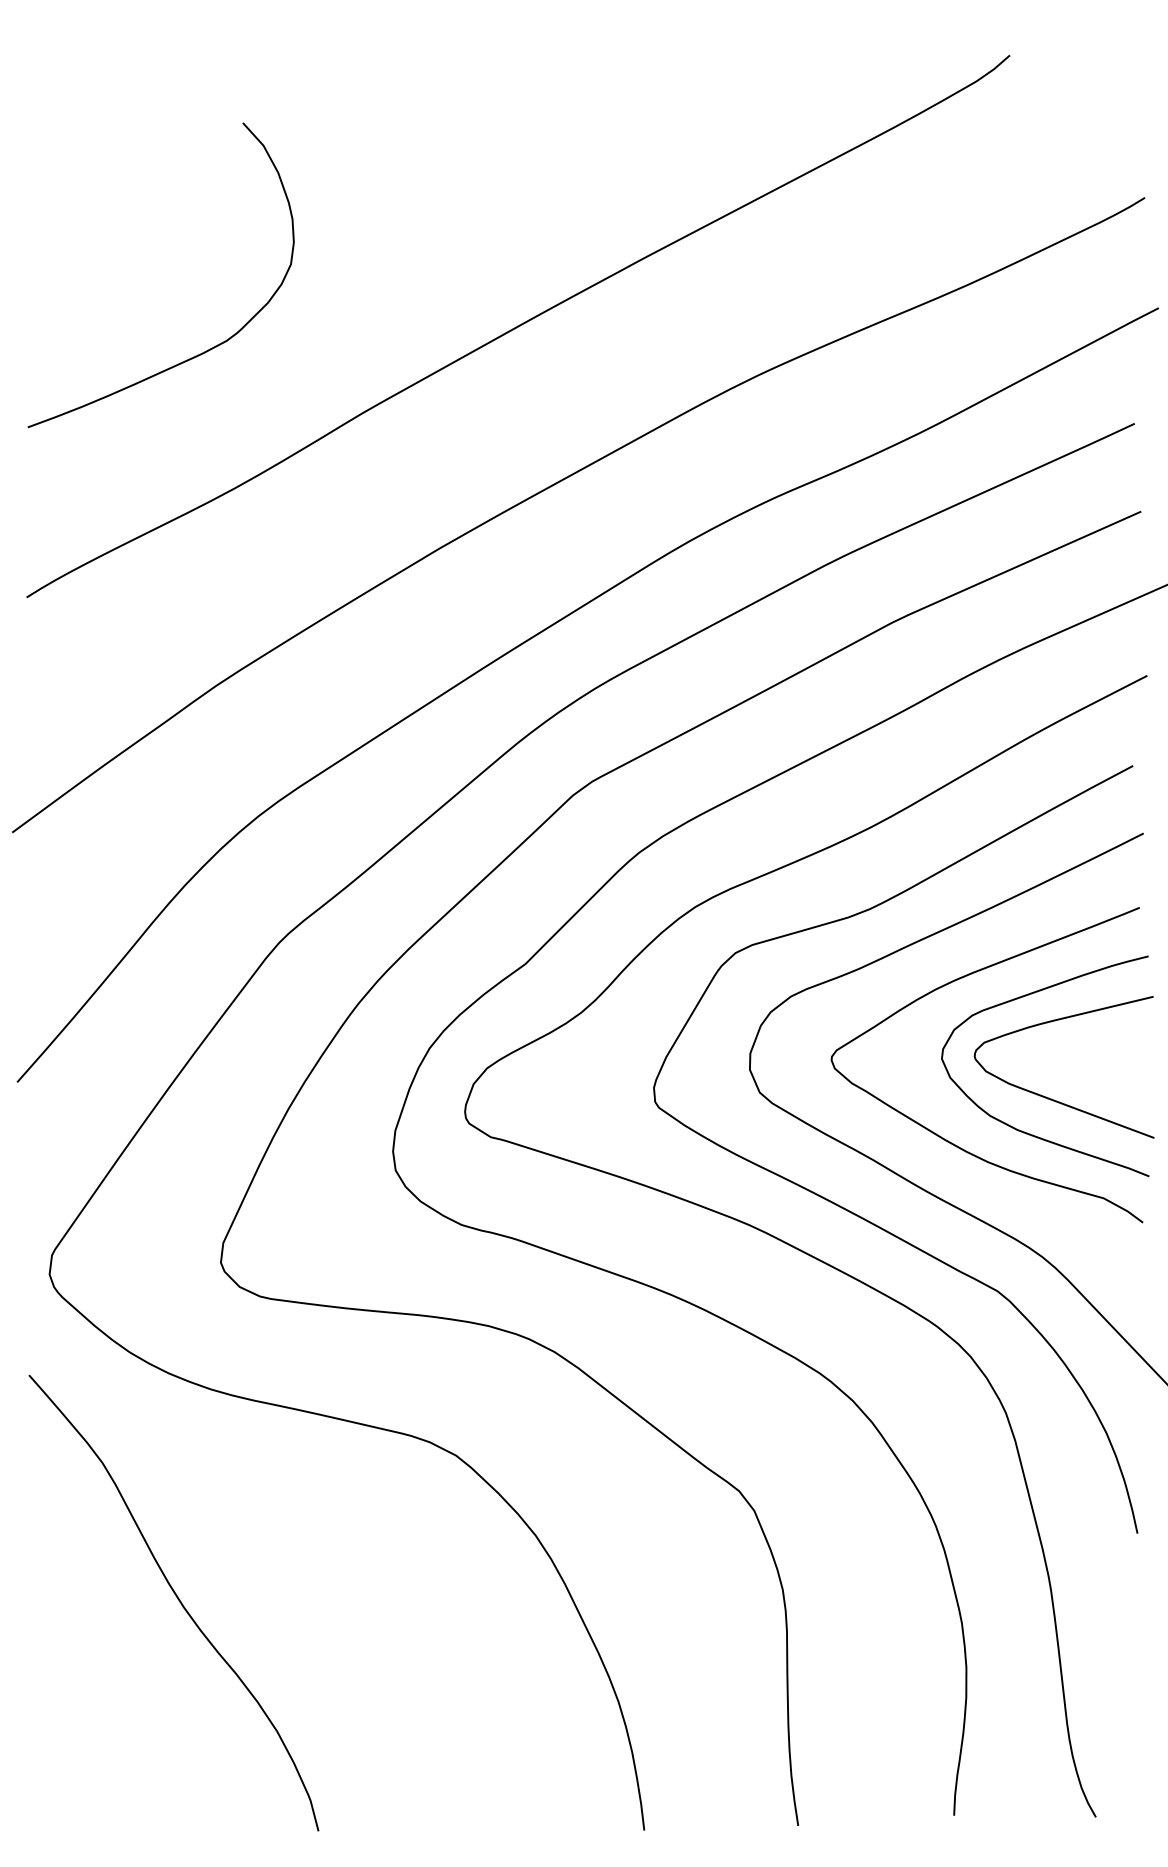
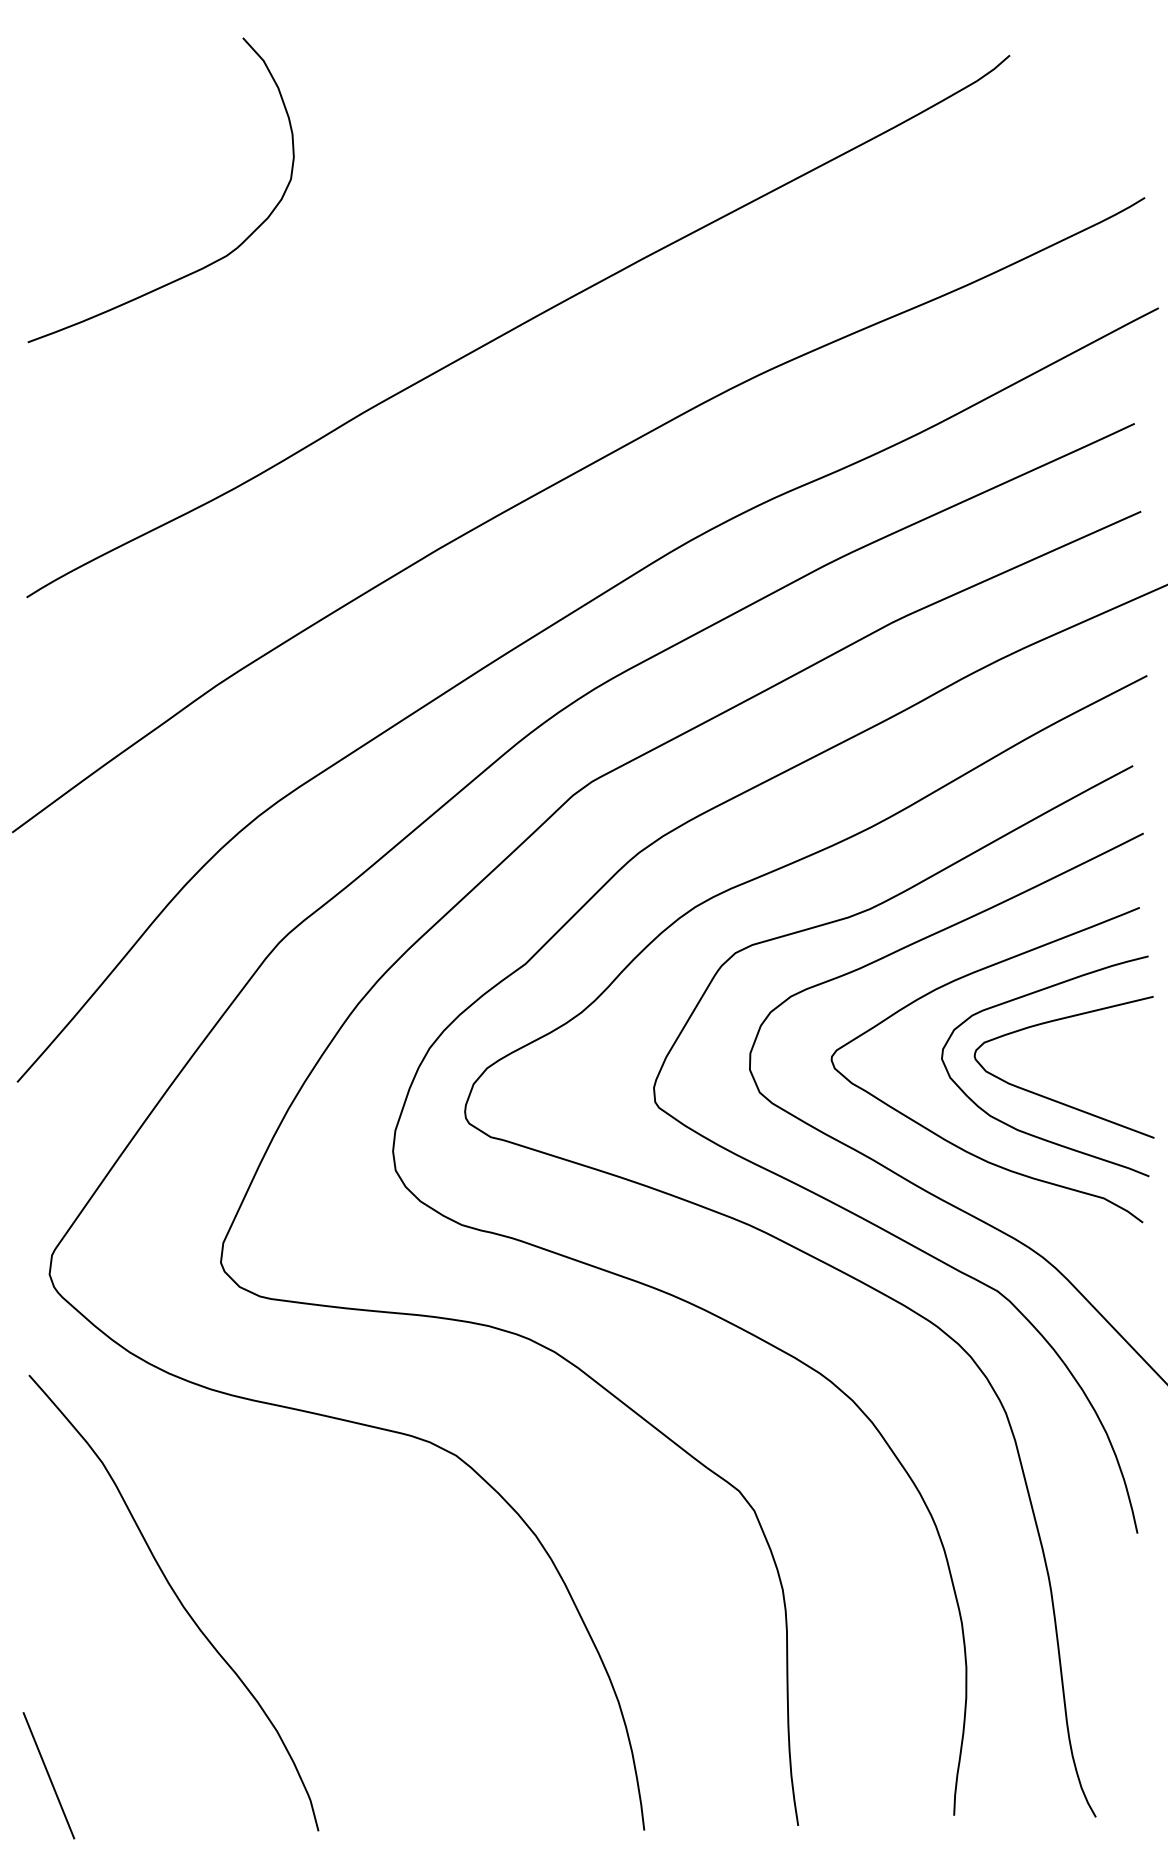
curve at (197, 354) position: (197, 354) -> (197, 269)
line at (48, 1775): none -> present
